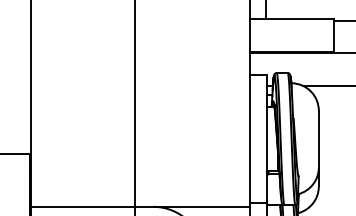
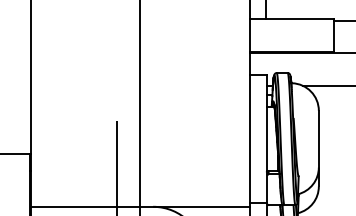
line at (135, 107) position: (135, 107) -> (140, 107)
line at (117, 166): none -> present
